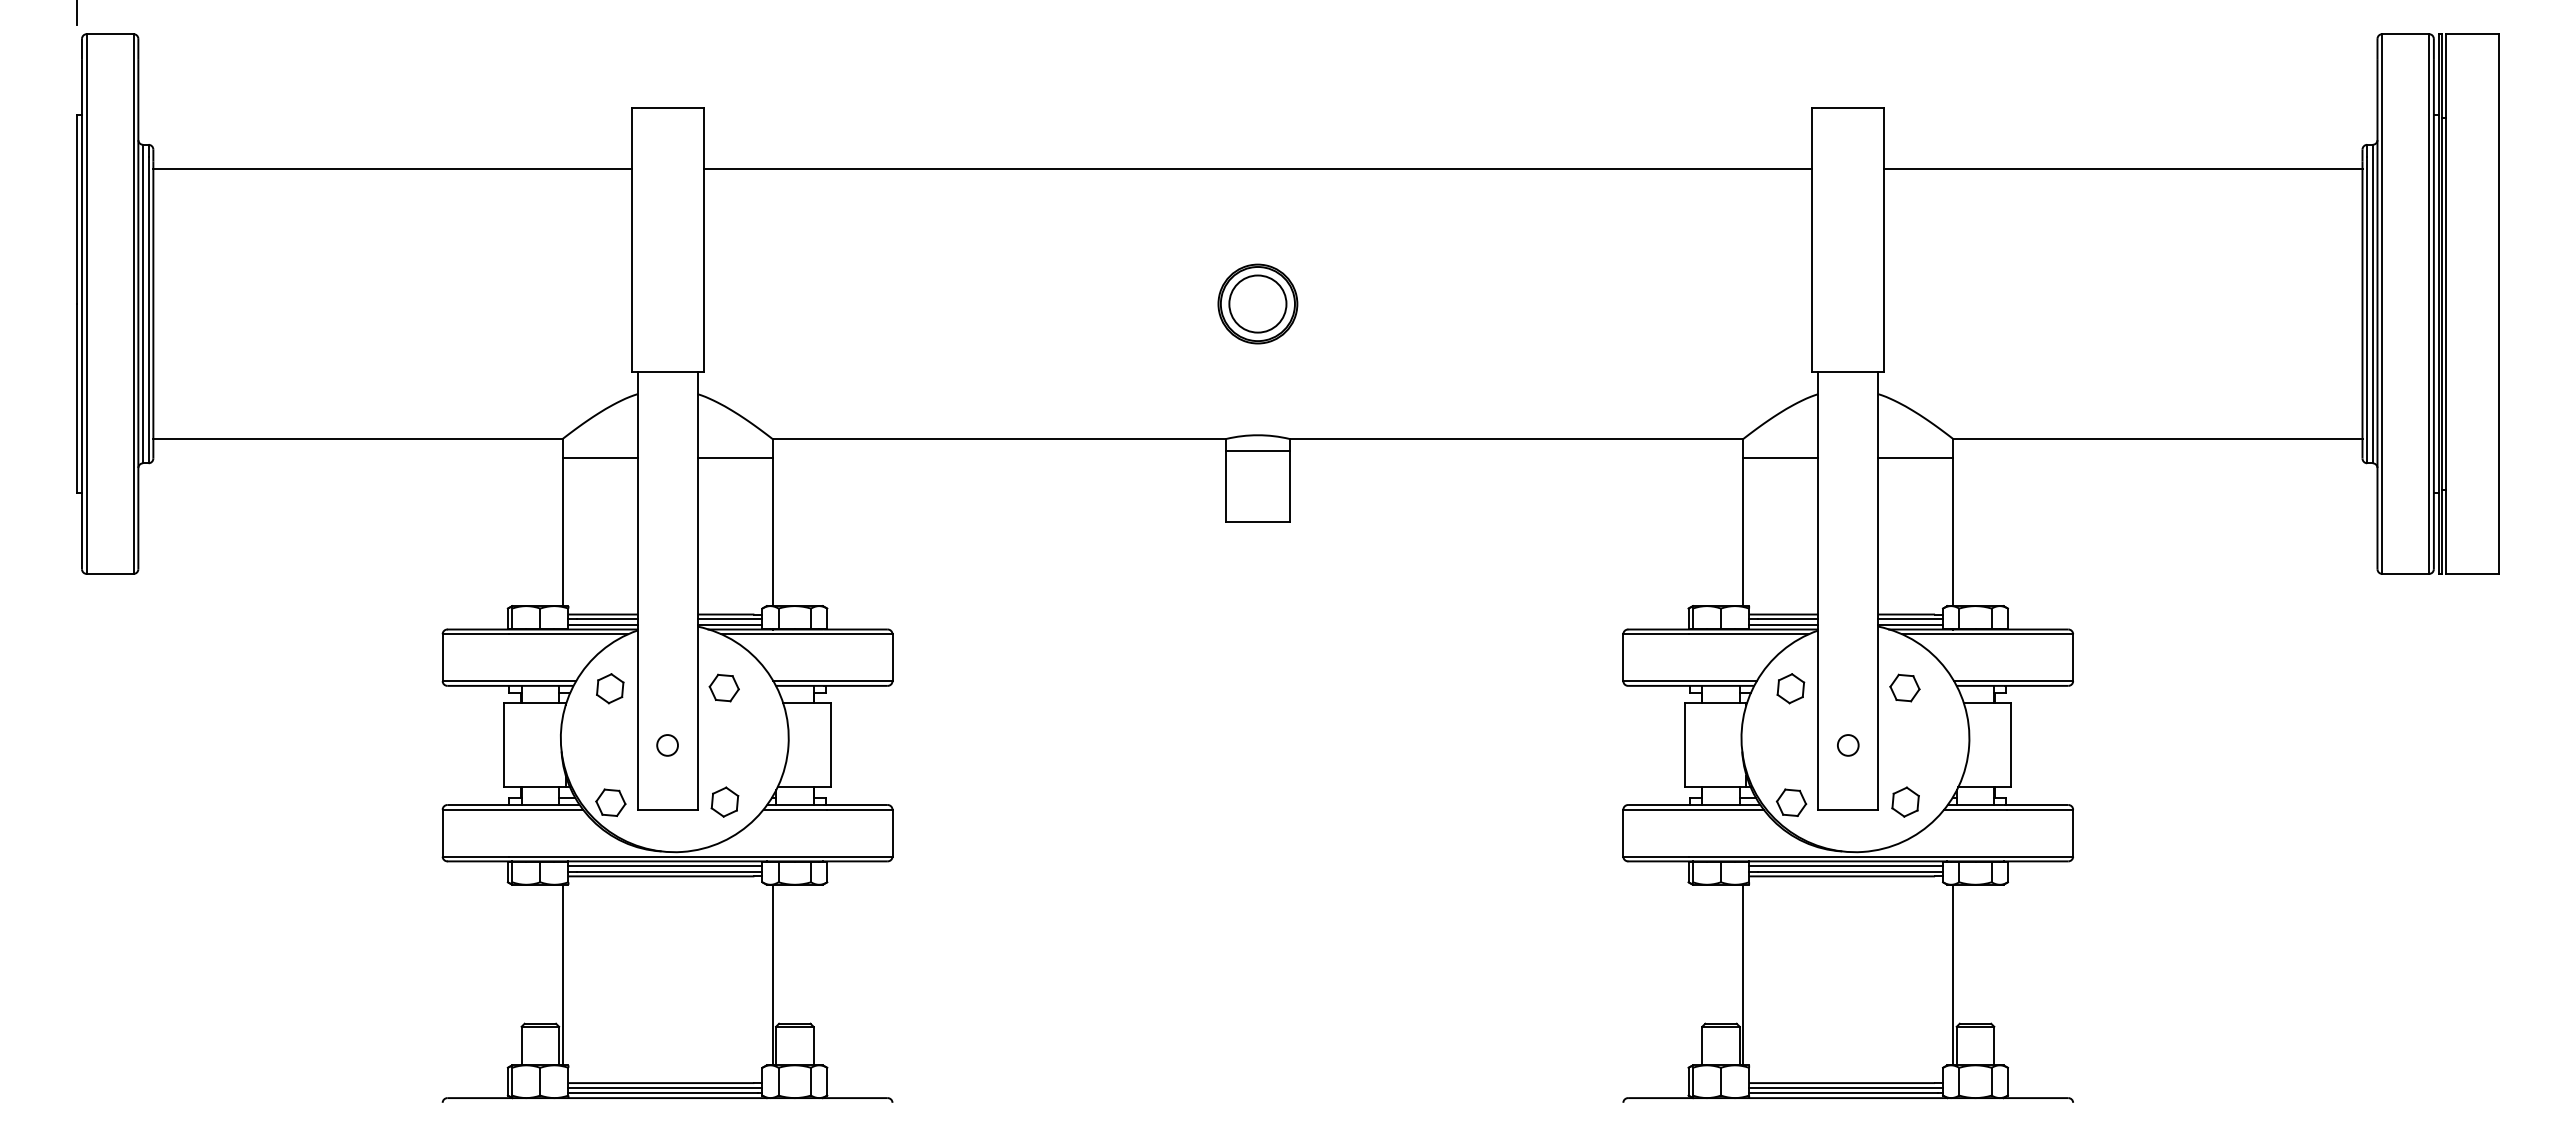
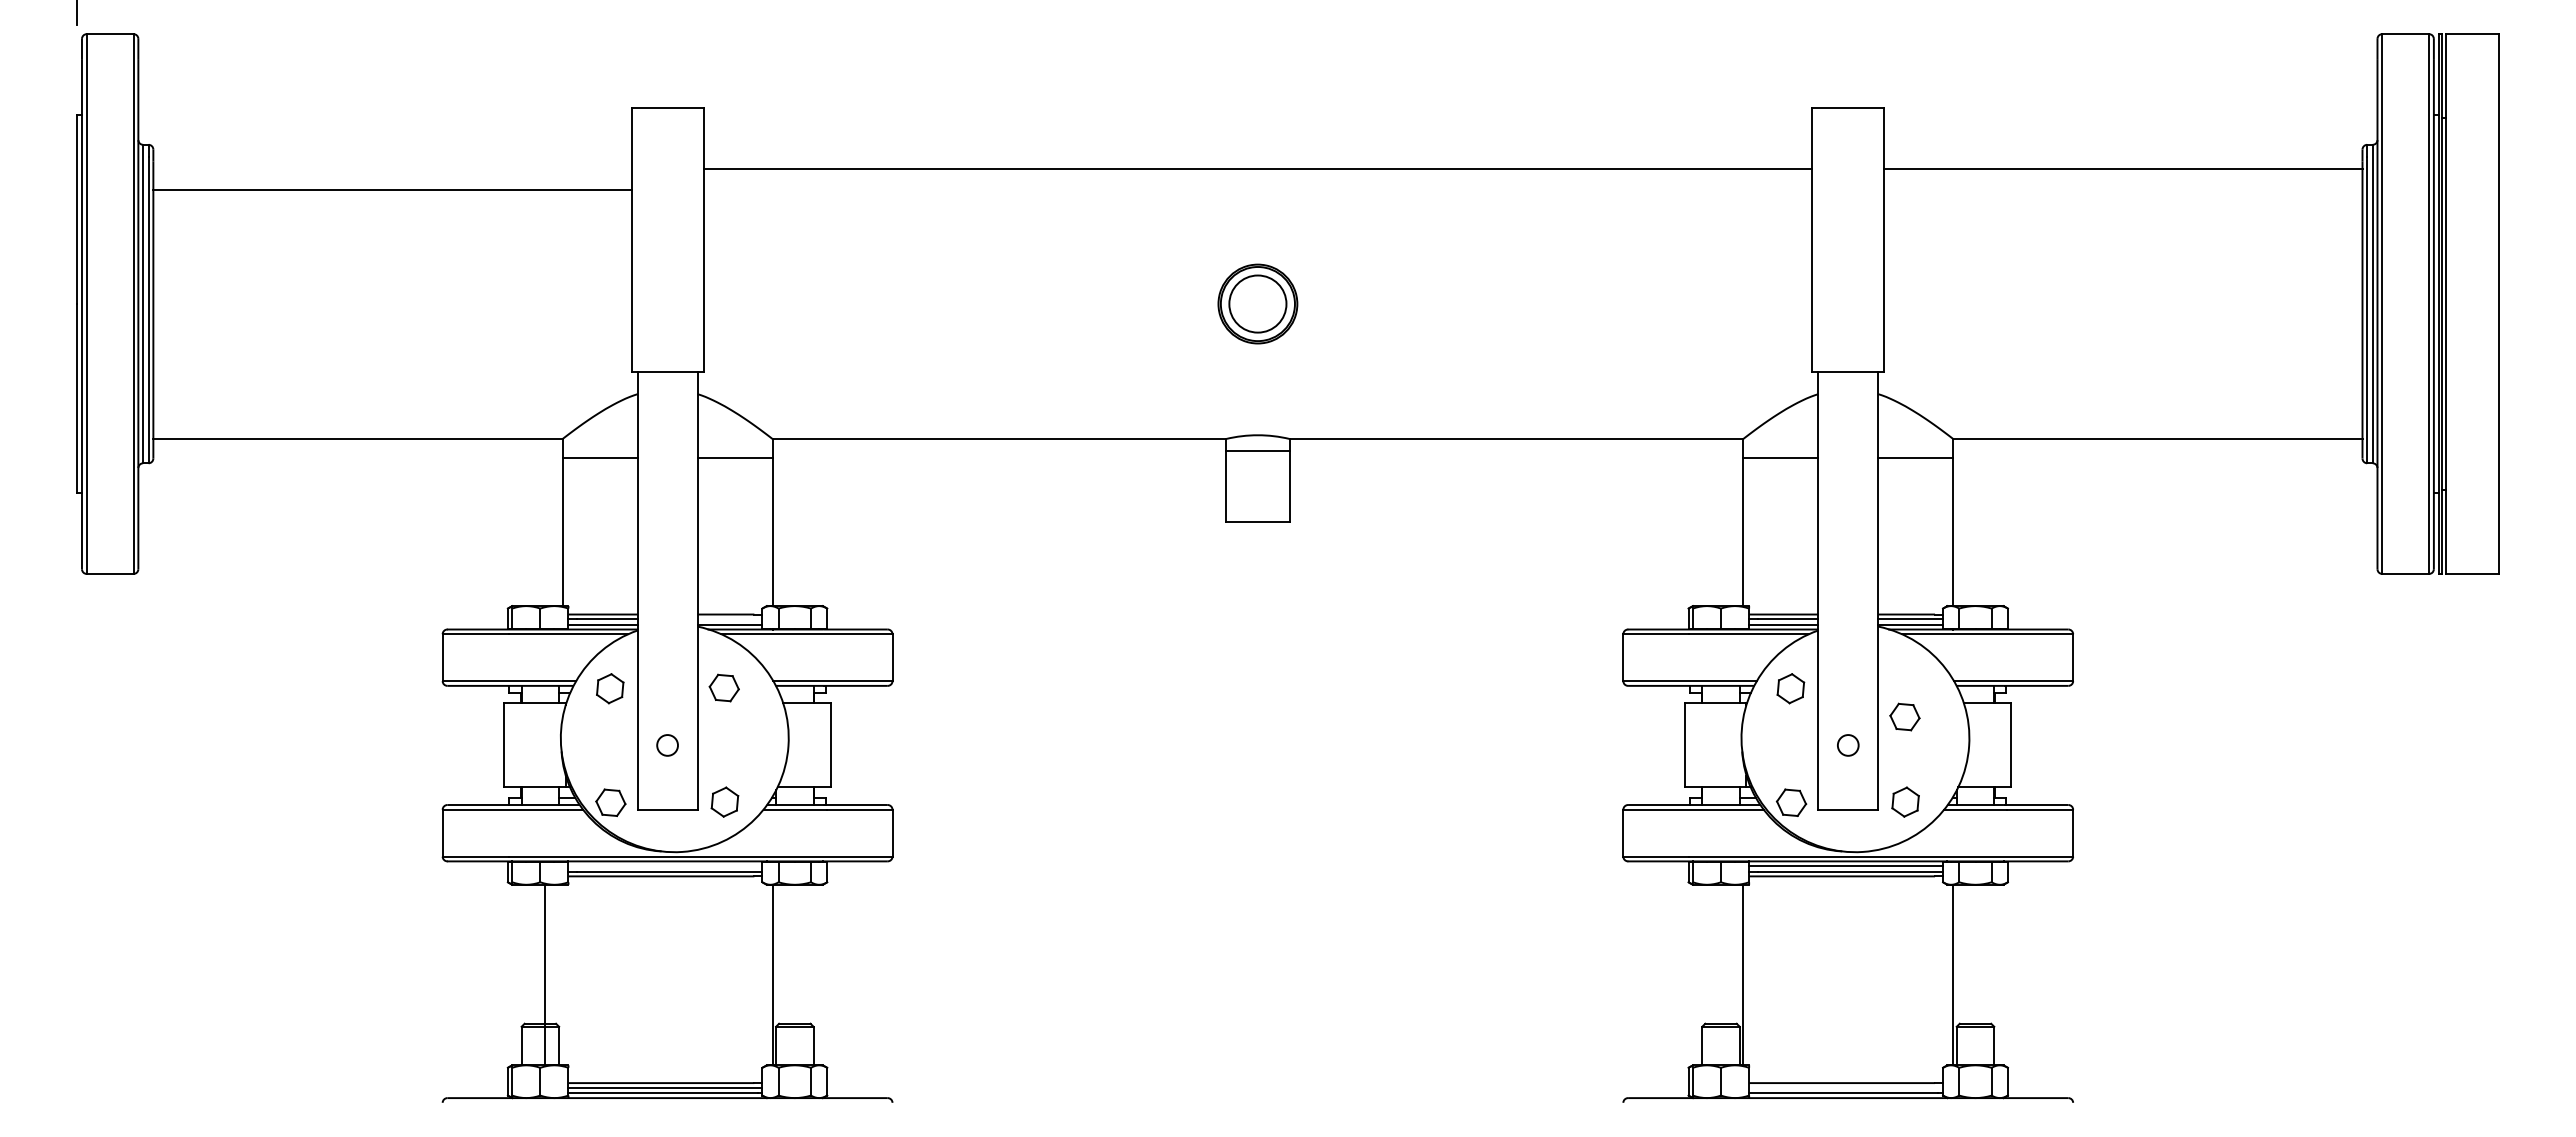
line at (392, 169) position: (392, 169) -> (392, 190)
line at (729, 619): present -> none
part at (1904, 687) position: (1904, 687) -> (1904, 716)
line at (665, 866): present -> none
line at (562, 974) position: (562, 974) -> (544, 974)
line at (1846, 1087): present -> none
